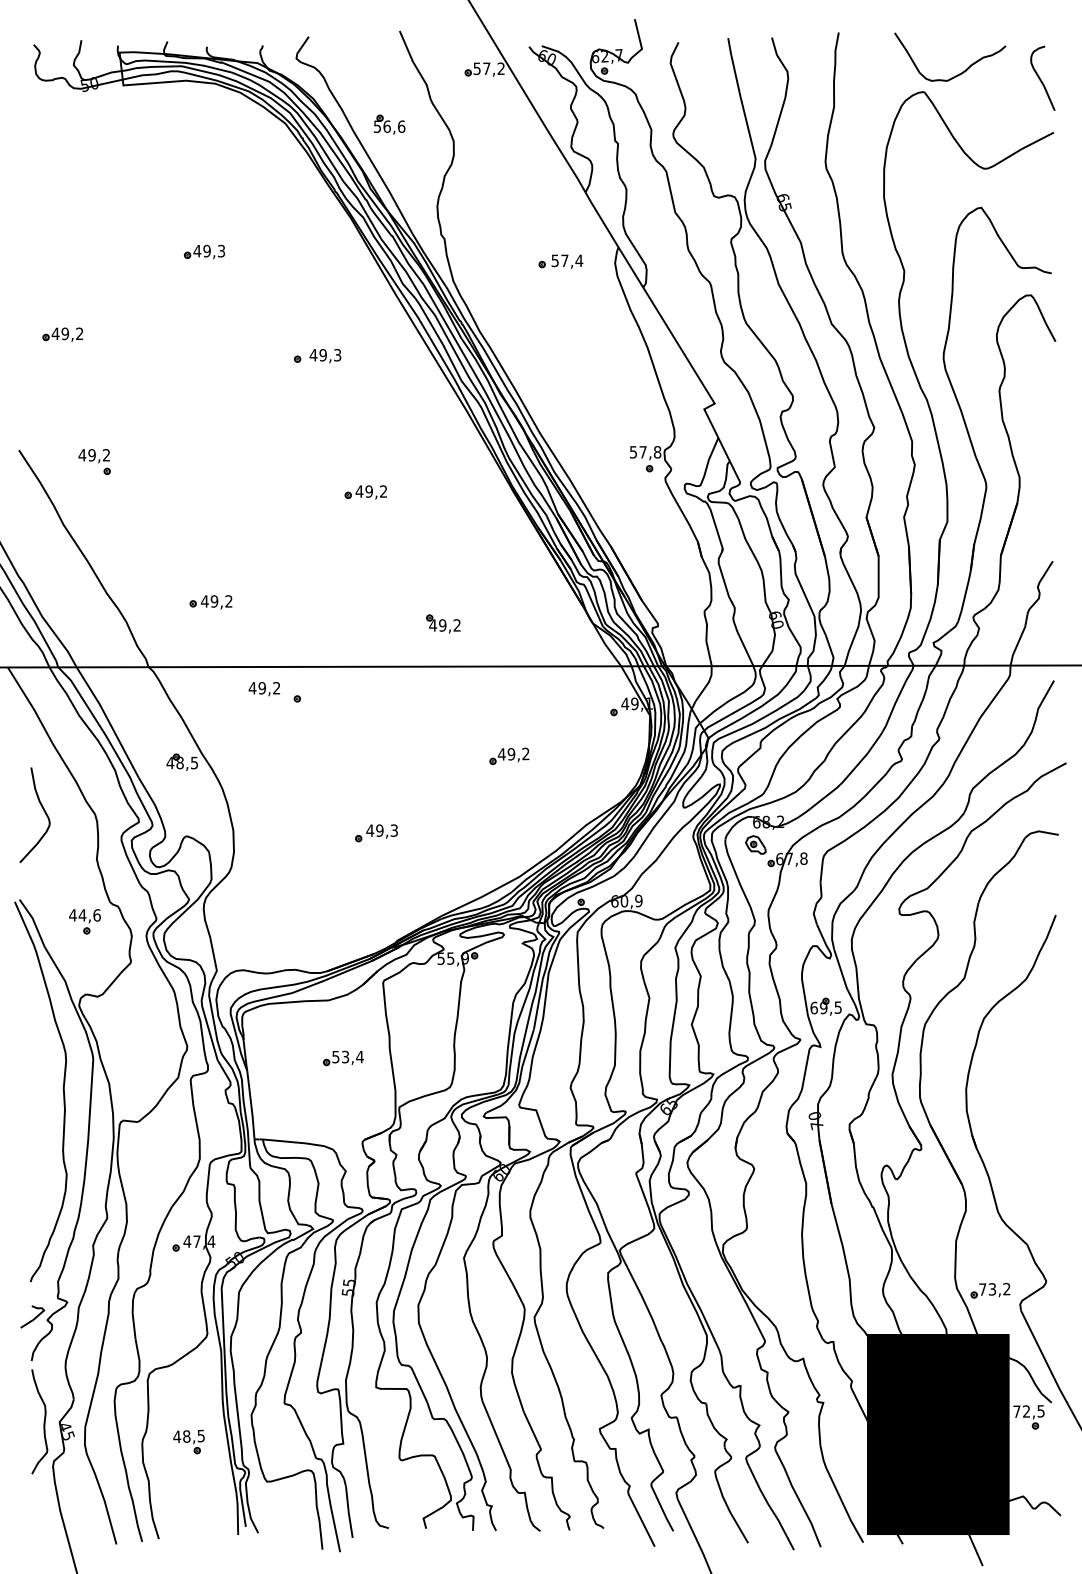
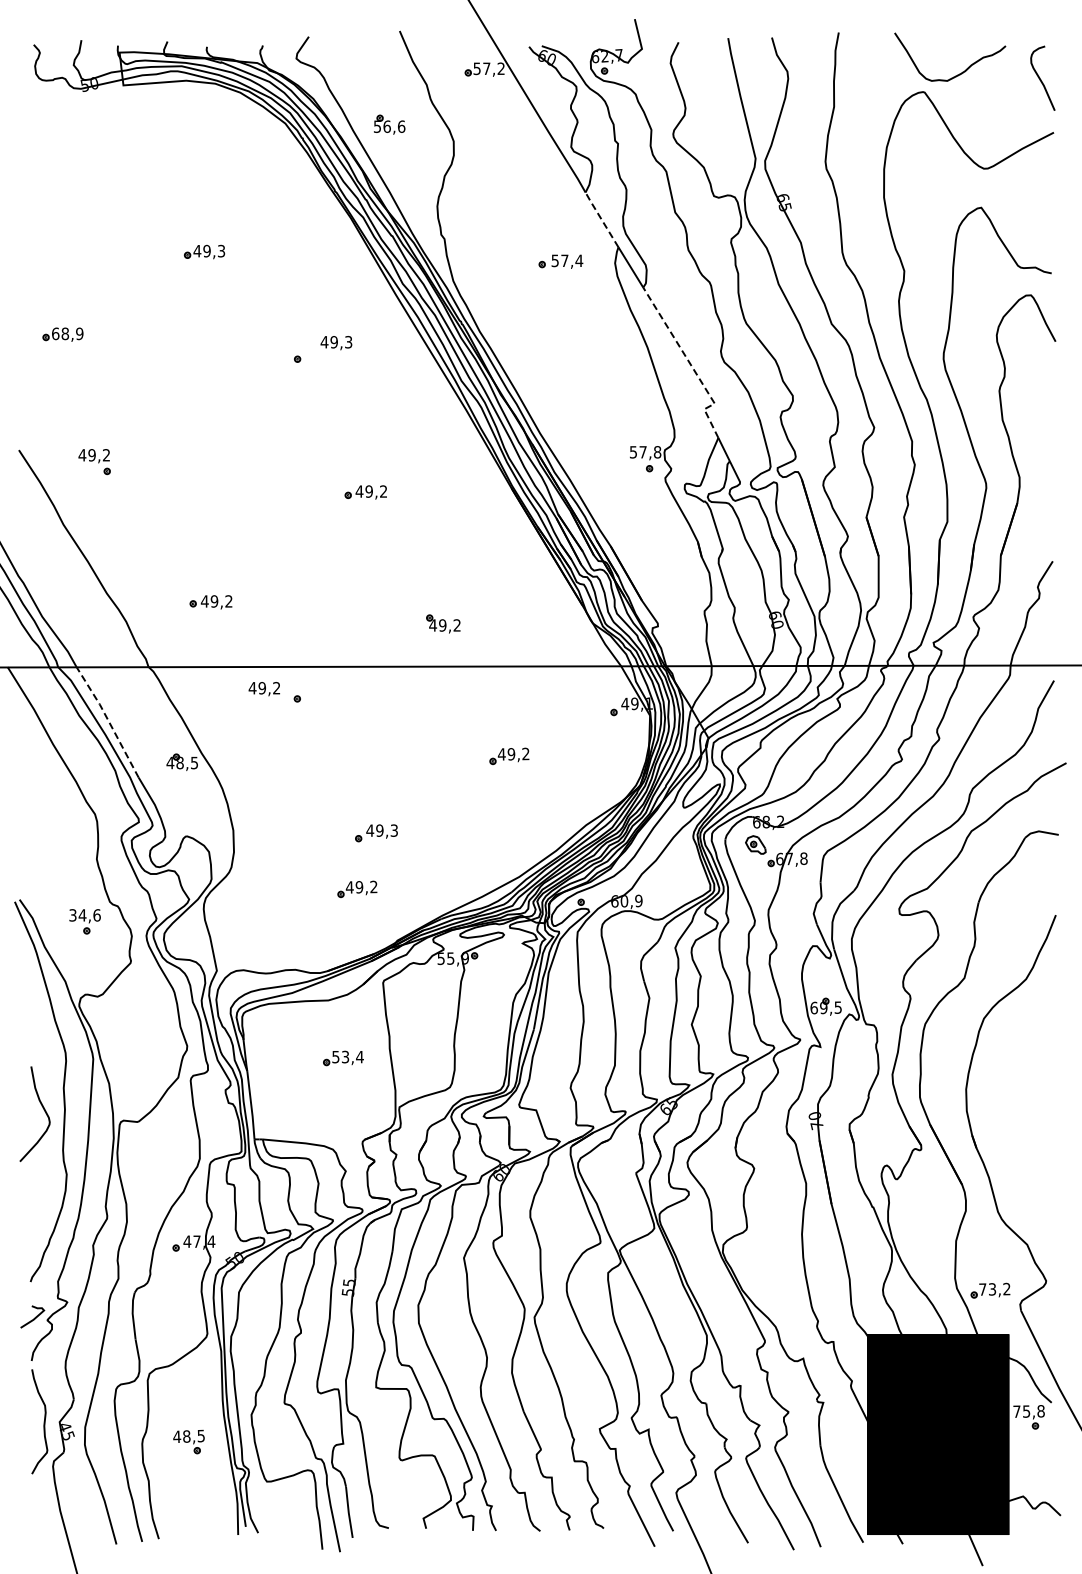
line at (601, 219): solid -> dashed
text at (67, 333): 49,2 -> 68,9
text at (325, 356) position: (325, 356) -> (336, 343)
line at (690, 364): solid -> dashed
line at (108, 720): solid -> dashed
curve at (42, 809) position: (42, 809) -> (42, 1108)
part at (357, 888): none -> present
text at (72, 915): 44,6 -> 34,6
text at (1033, 1411): 72,5 -> 75,8
